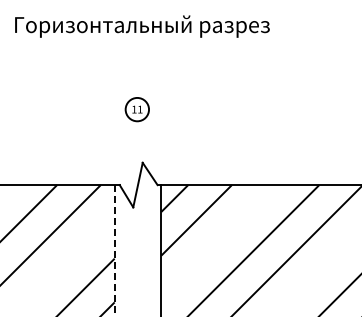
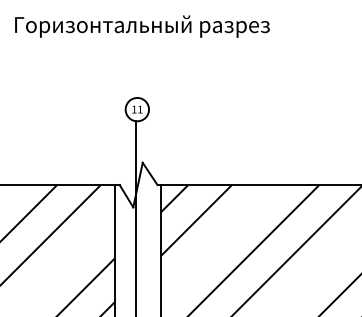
line at (136, 217): none -> present
line at (114, 251): dashed -> solid
